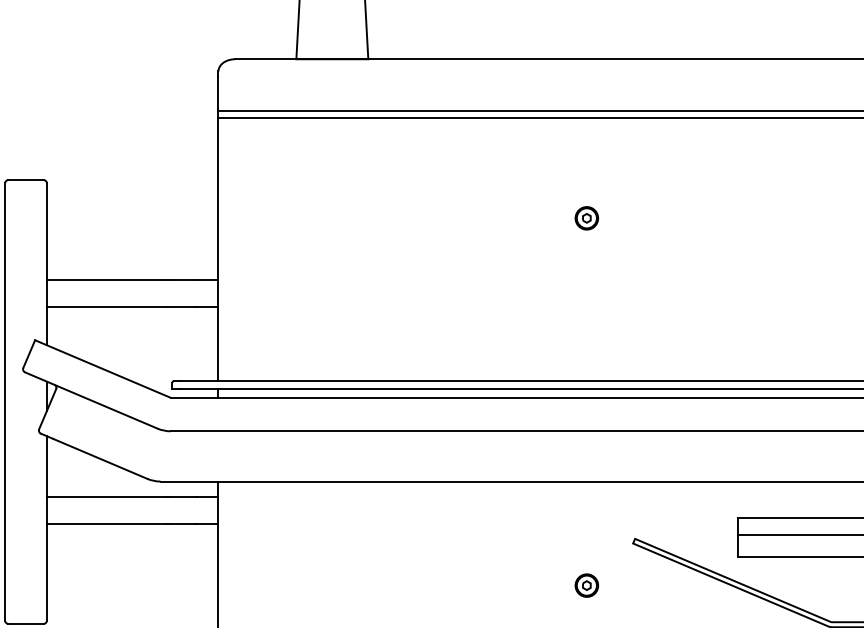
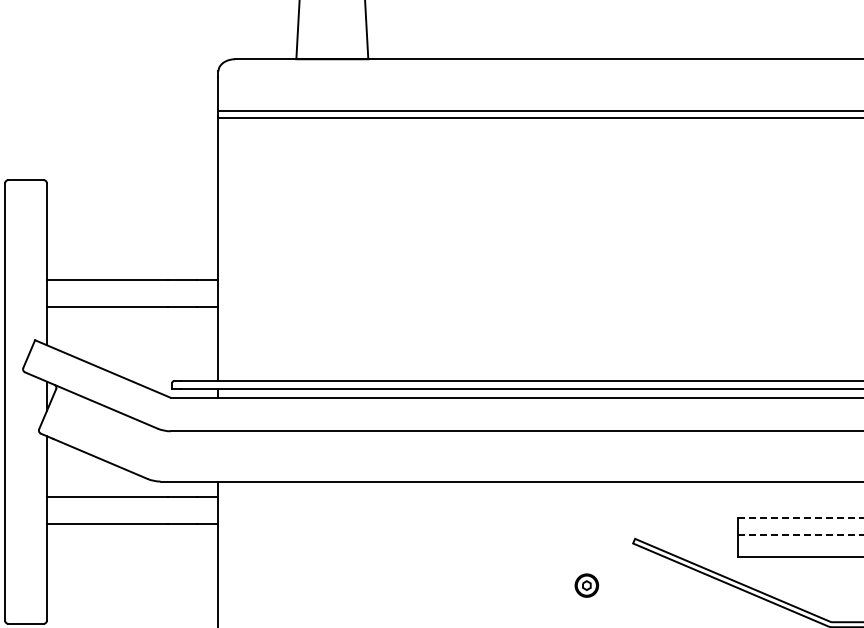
part at (586, 218): present -> none
line at (800, 518): solid -> dashed
line at (800, 535): solid -> dashed
